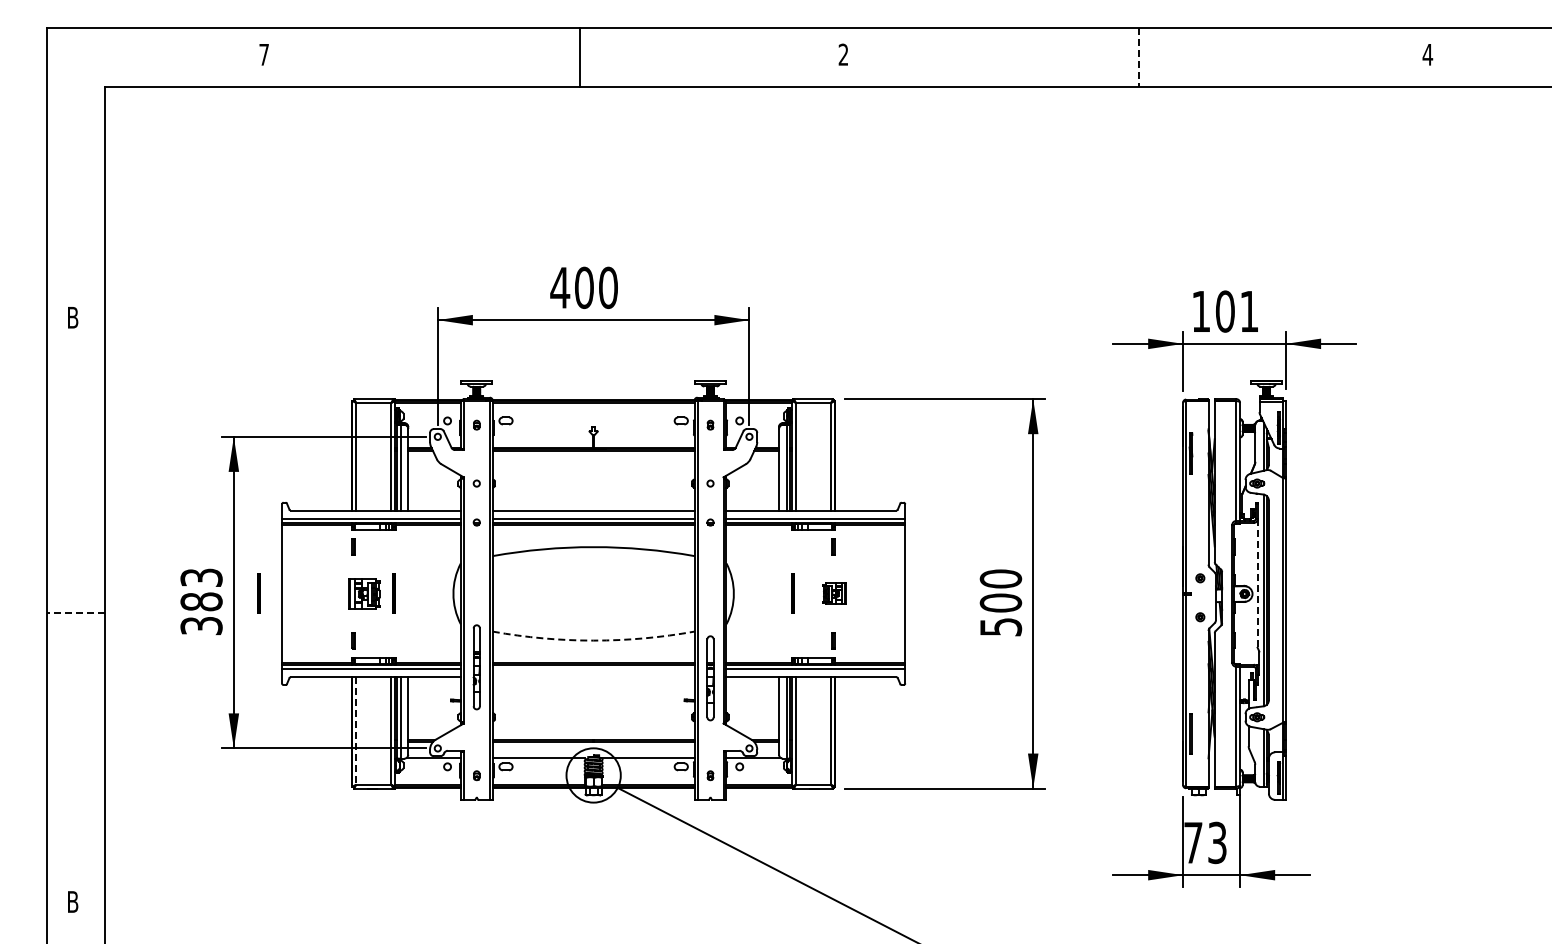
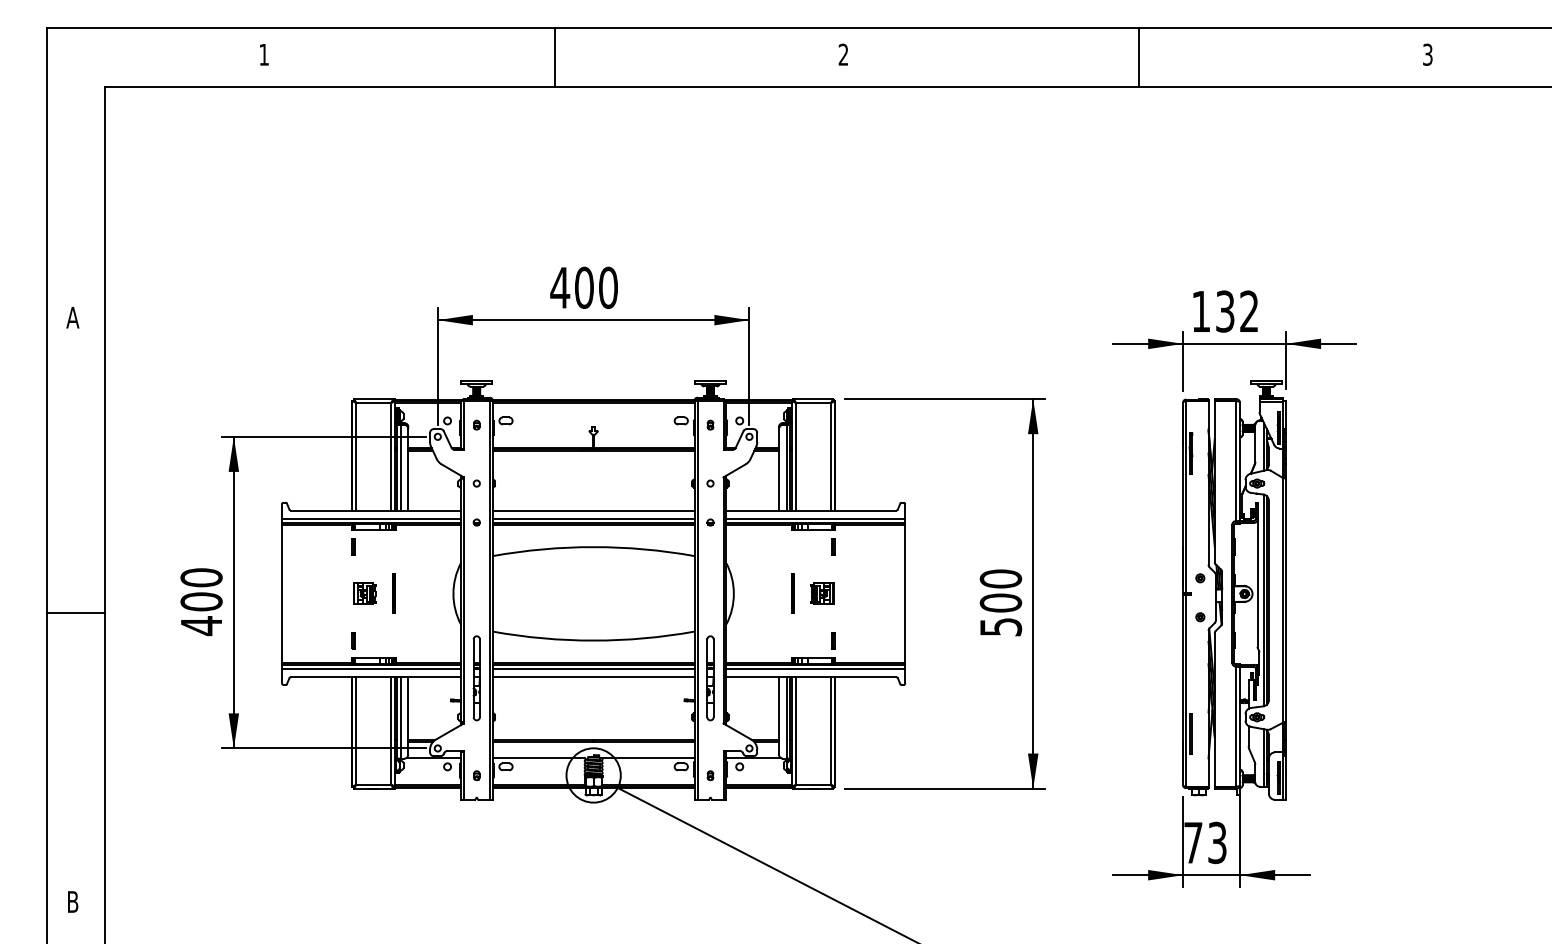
text at (263, 54): 7 -> 1
text at (1427, 54): 4 -> 3
line at (579, 57) position: (579, 57) -> (554, 57)
line at (1139, 58): dashed -> solid
text at (1236, 311): 101 -> 132
text at (72, 317): B -> A
line at (1257, 583): dashed -> solid
line at (258, 593): present -> none
part at (364, 593) size: 33x32 px -> 24x23 px
part at (834, 593) position: (834, 593) -> (822, 593)
text at (201, 602): 383 -> 400
line at (75, 612): dashed -> solid
arc at (593, 640): dashed -> solid
part at (476, 667) position: (476, 667) -> (476, 678)
line at (593, 668): none -> present
line at (593, 677): none -> present
line at (356, 731): dashed -> solid
